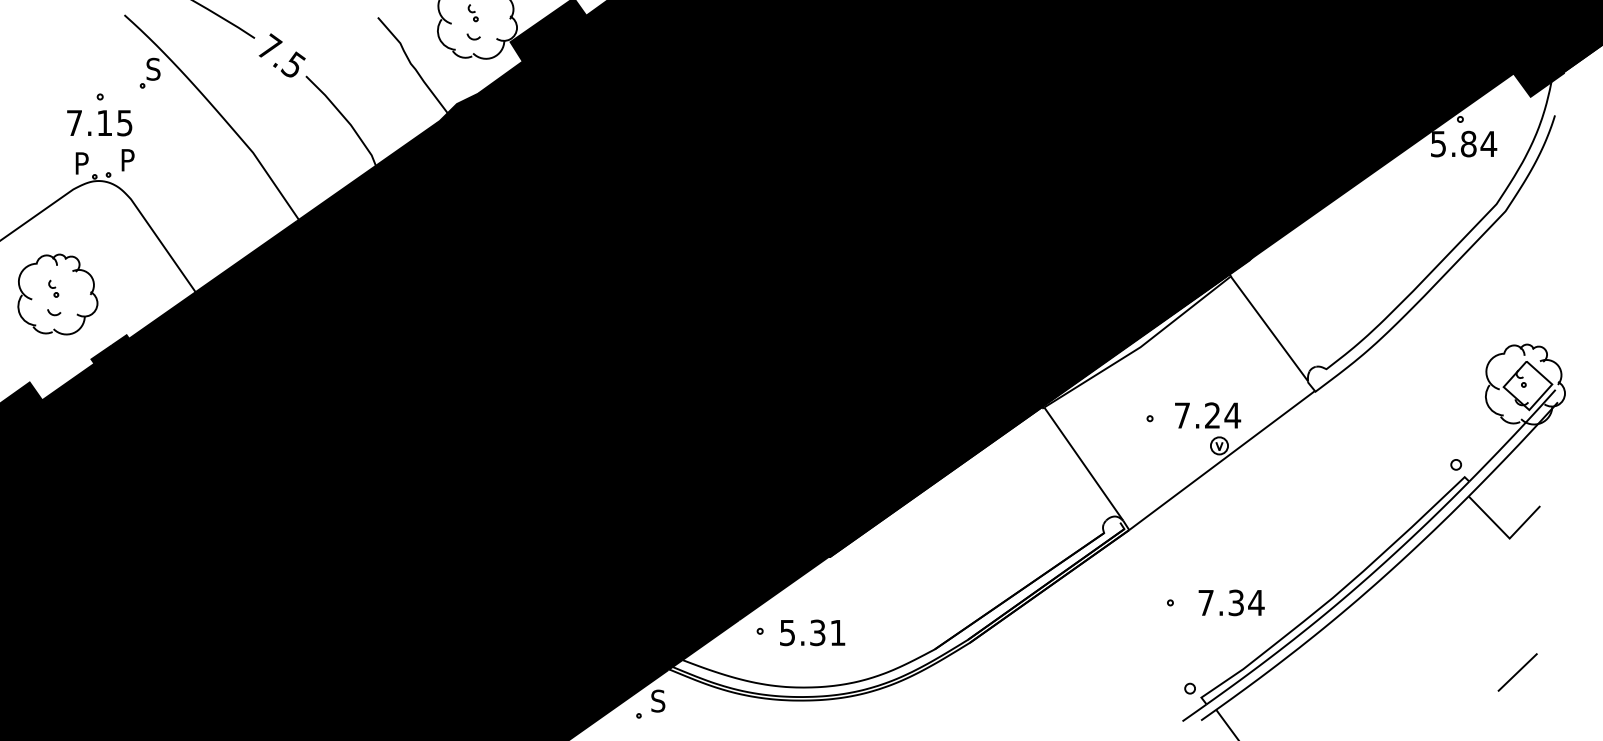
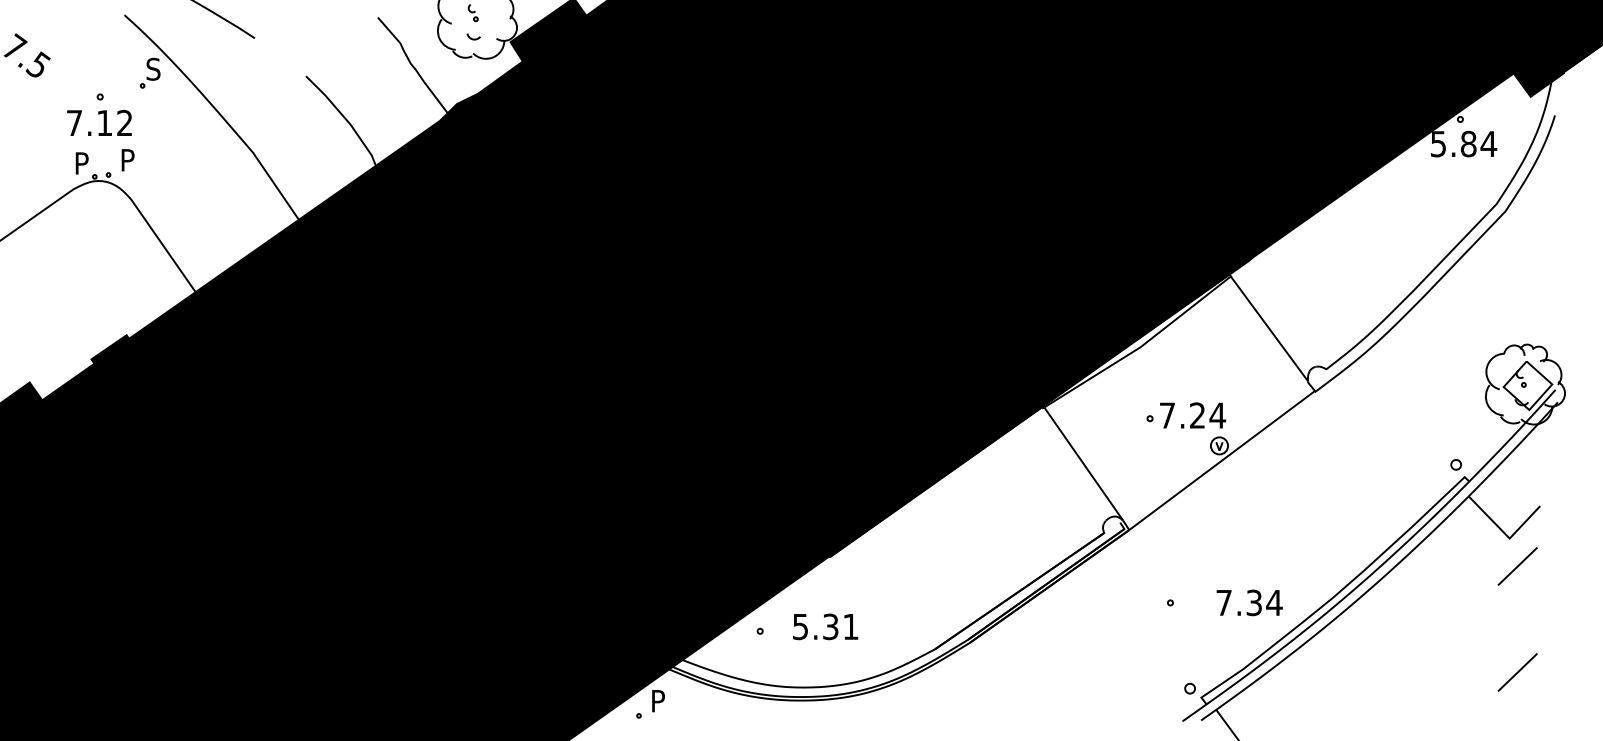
text at (281, 55) position: (281, 55) -> (26, 55)
text at (124, 122): 7.15 -> 7.12
part at (57, 294): present -> none
text at (1208, 415) position: (1208, 415) -> (1193, 415)
line at (1517, 566): none -> present
text at (1231, 602) position: (1231, 602) -> (1249, 602)
text at (812, 632) position: (812, 632) -> (825, 626)
text at (658, 700): S -> P
